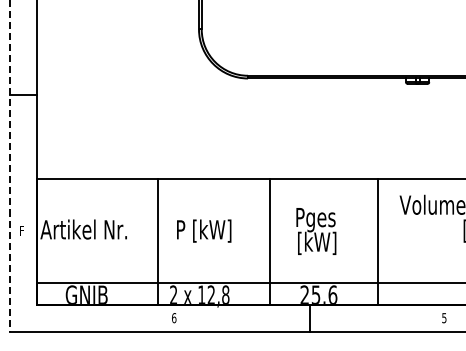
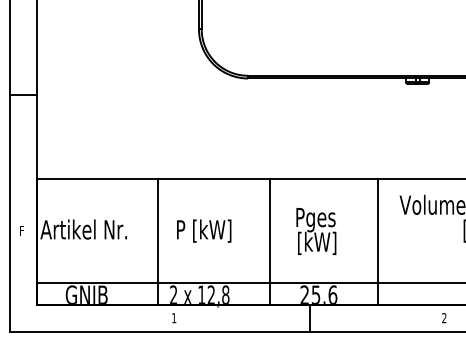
line at (10, 166): dashed -> solid
text at (174, 318): 6 -> 1
text at (444, 318): 5 -> 2
